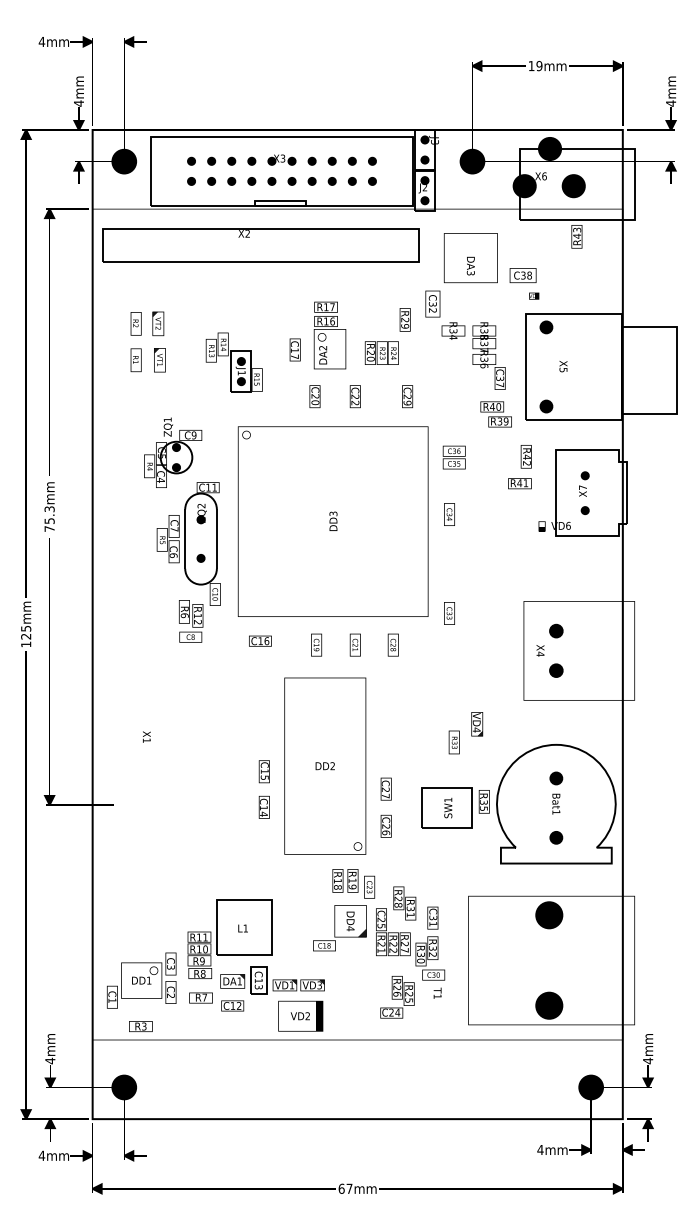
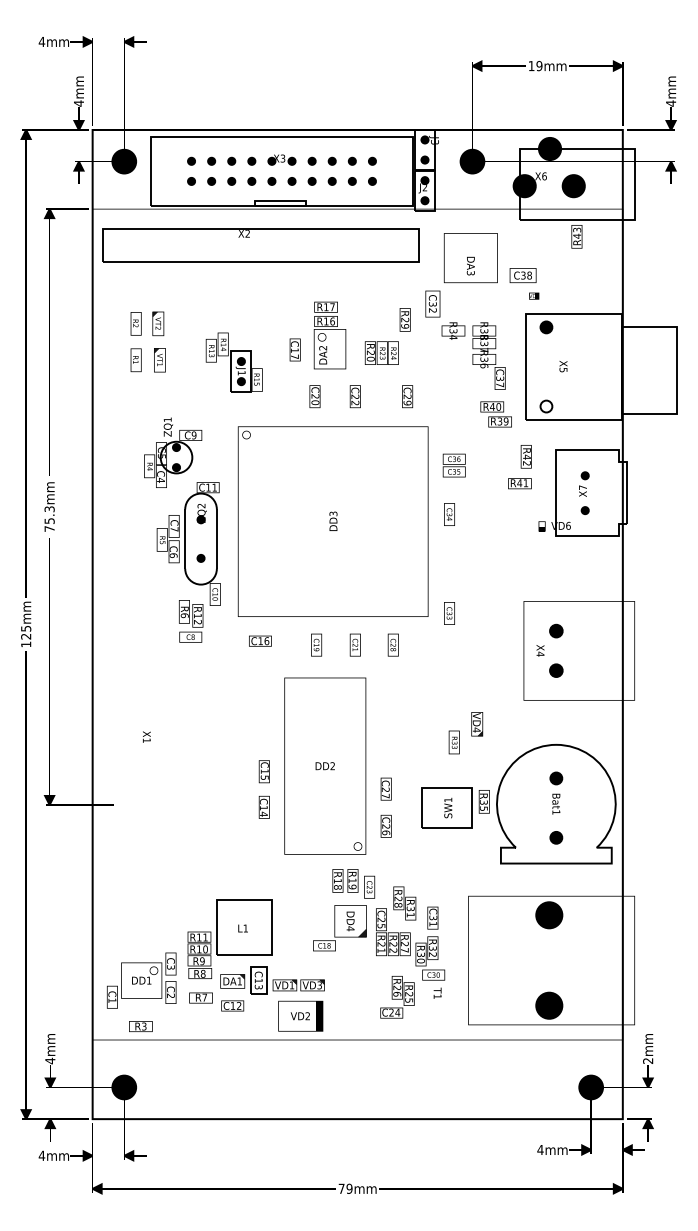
fill at (546, 406): present -> none
text at (453, 457) position: (453, 457) -> (453, 465)
text at (648, 1060): 4mm -> 2mm
text at (345, 1188): 67mm -> 79mm
